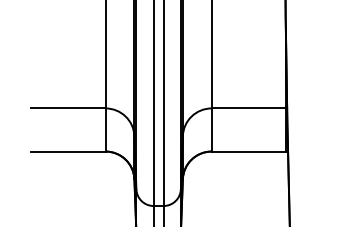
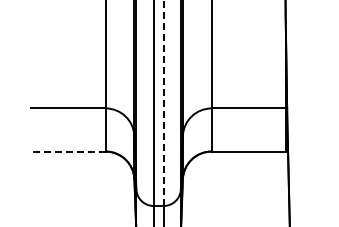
line at (163, 103): solid -> dashed
line at (68, 151): solid -> dashed
